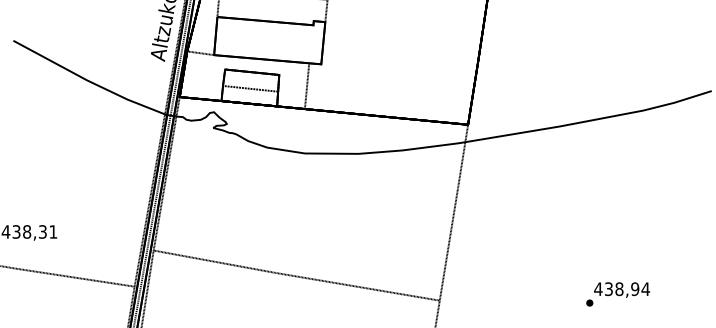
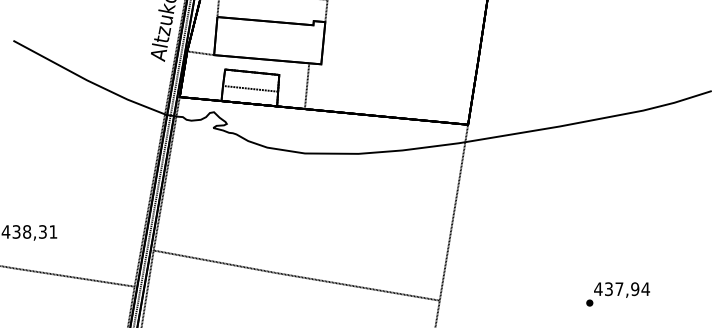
text at (619, 289): 438,94 -> 437,94
